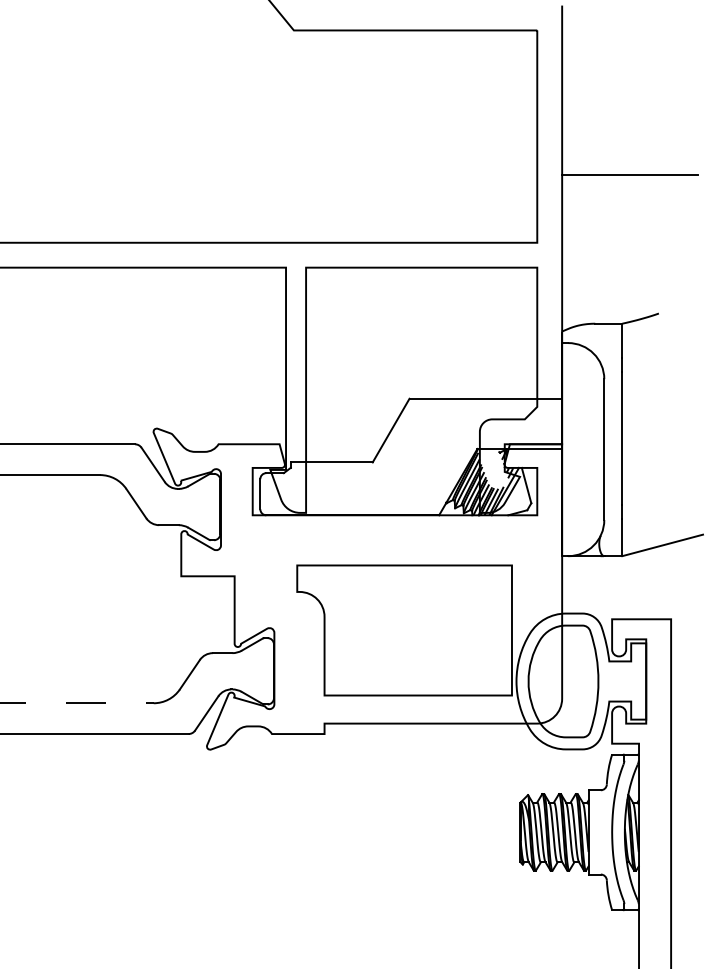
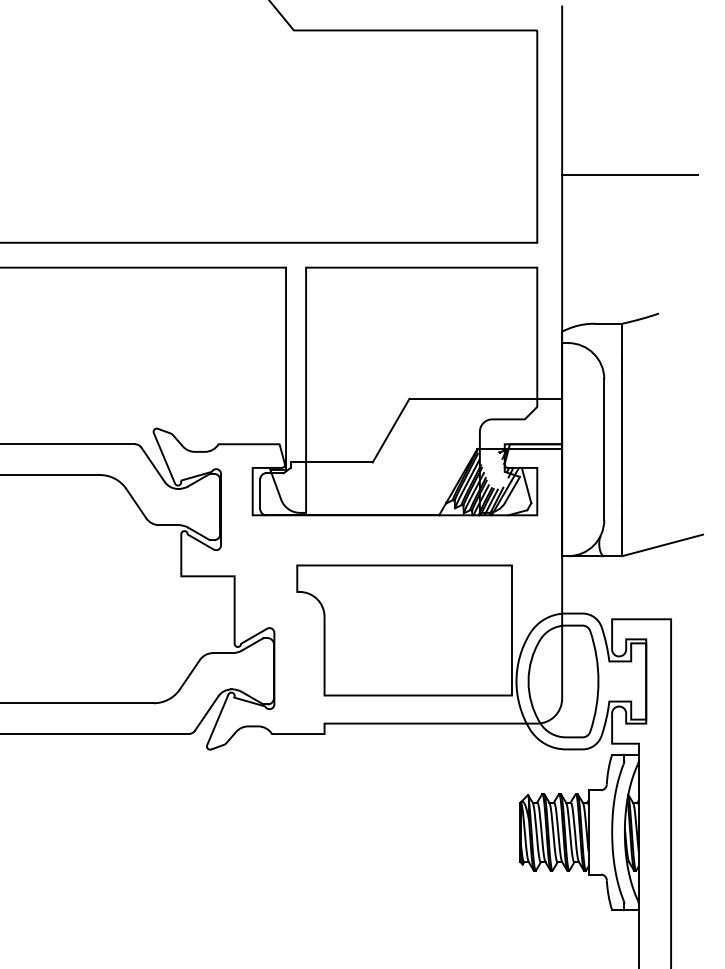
line at (76, 703): dashed -> solid
